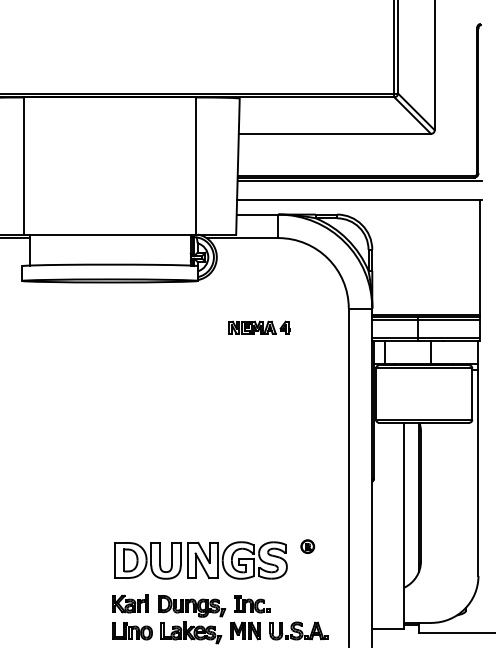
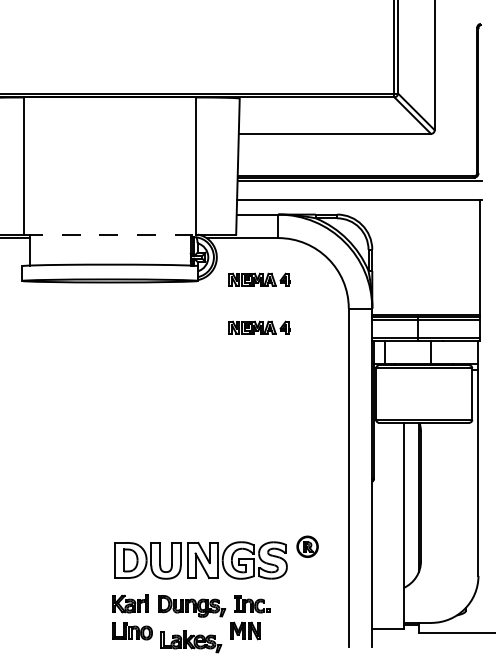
line at (110, 234): solid -> dashed
part at (259, 279): none -> present
part at (307, 546) size: 16x15 px -> 23x23 px
part at (298, 630): present -> none
part at (191, 632) position: (191, 632) -> (191, 641)
